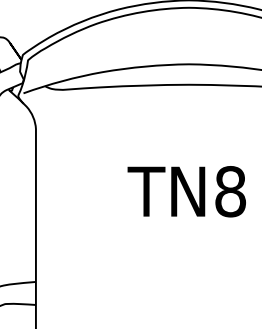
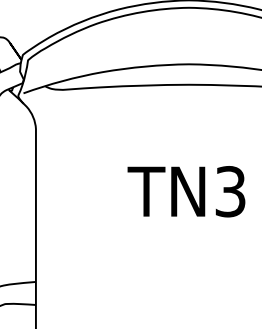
text at (230, 191): TN8 -> TN3
